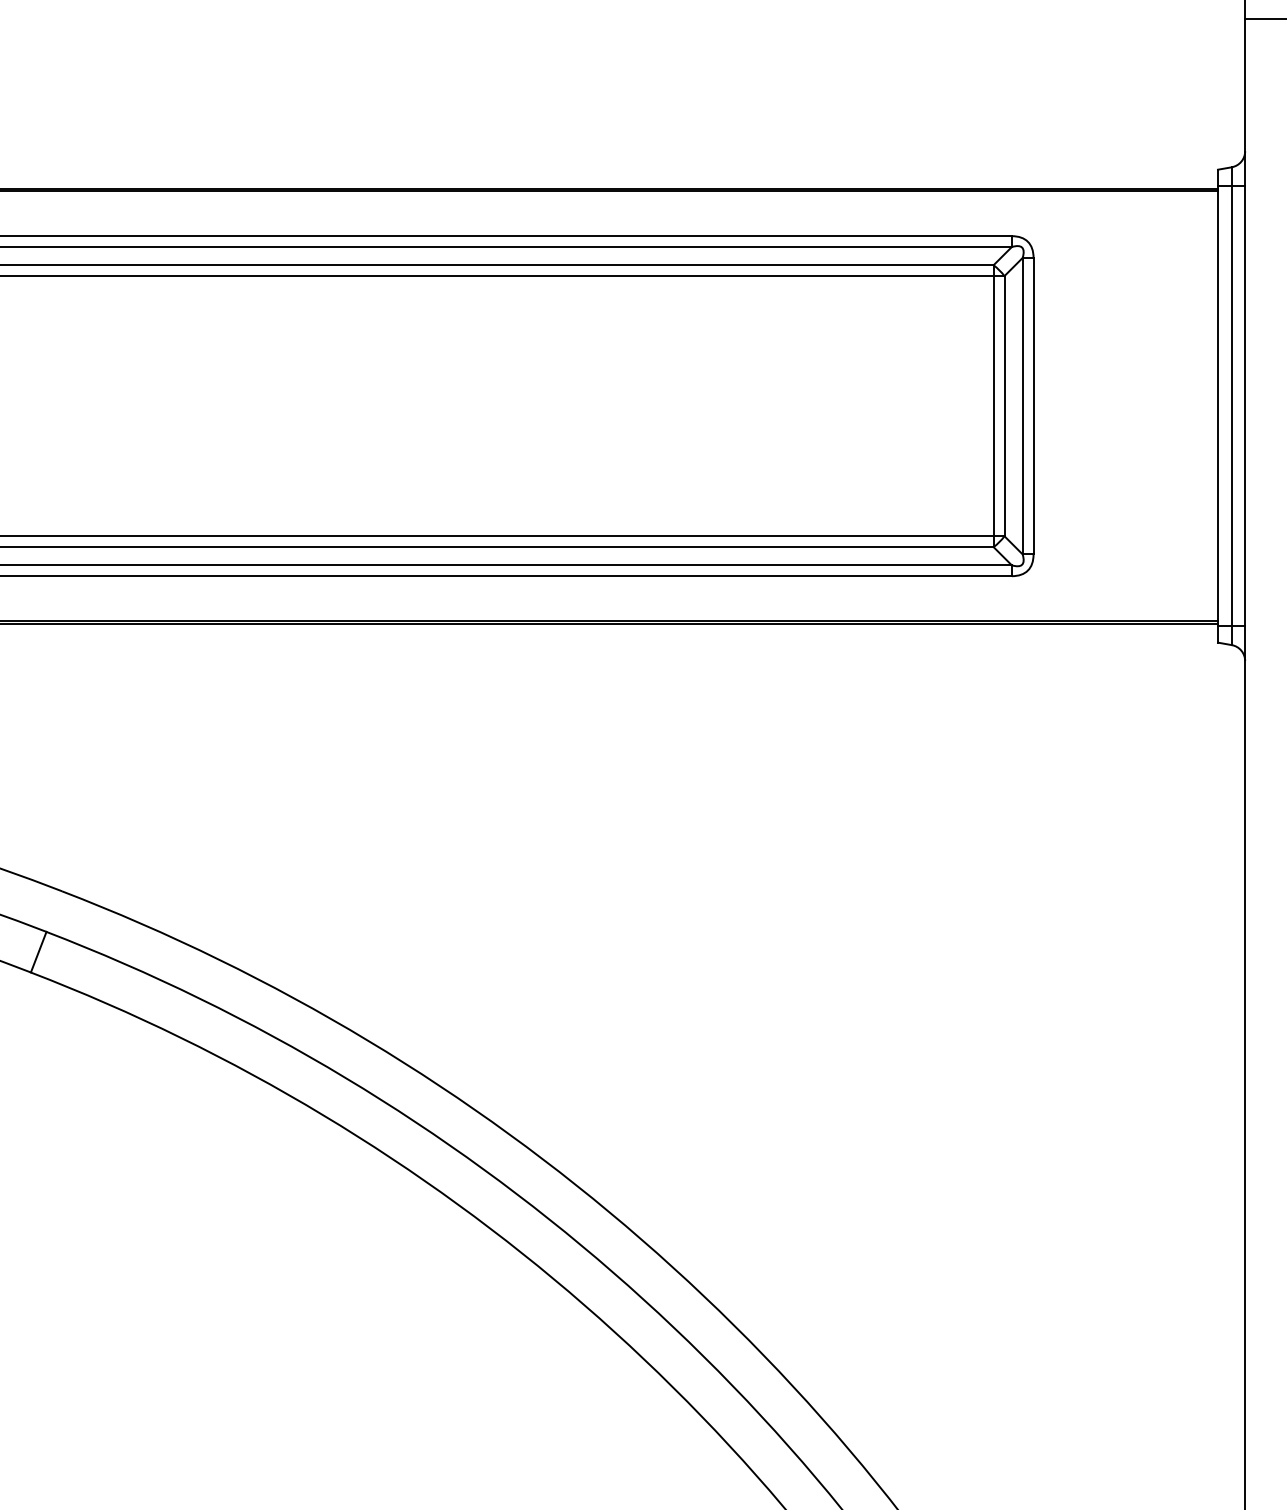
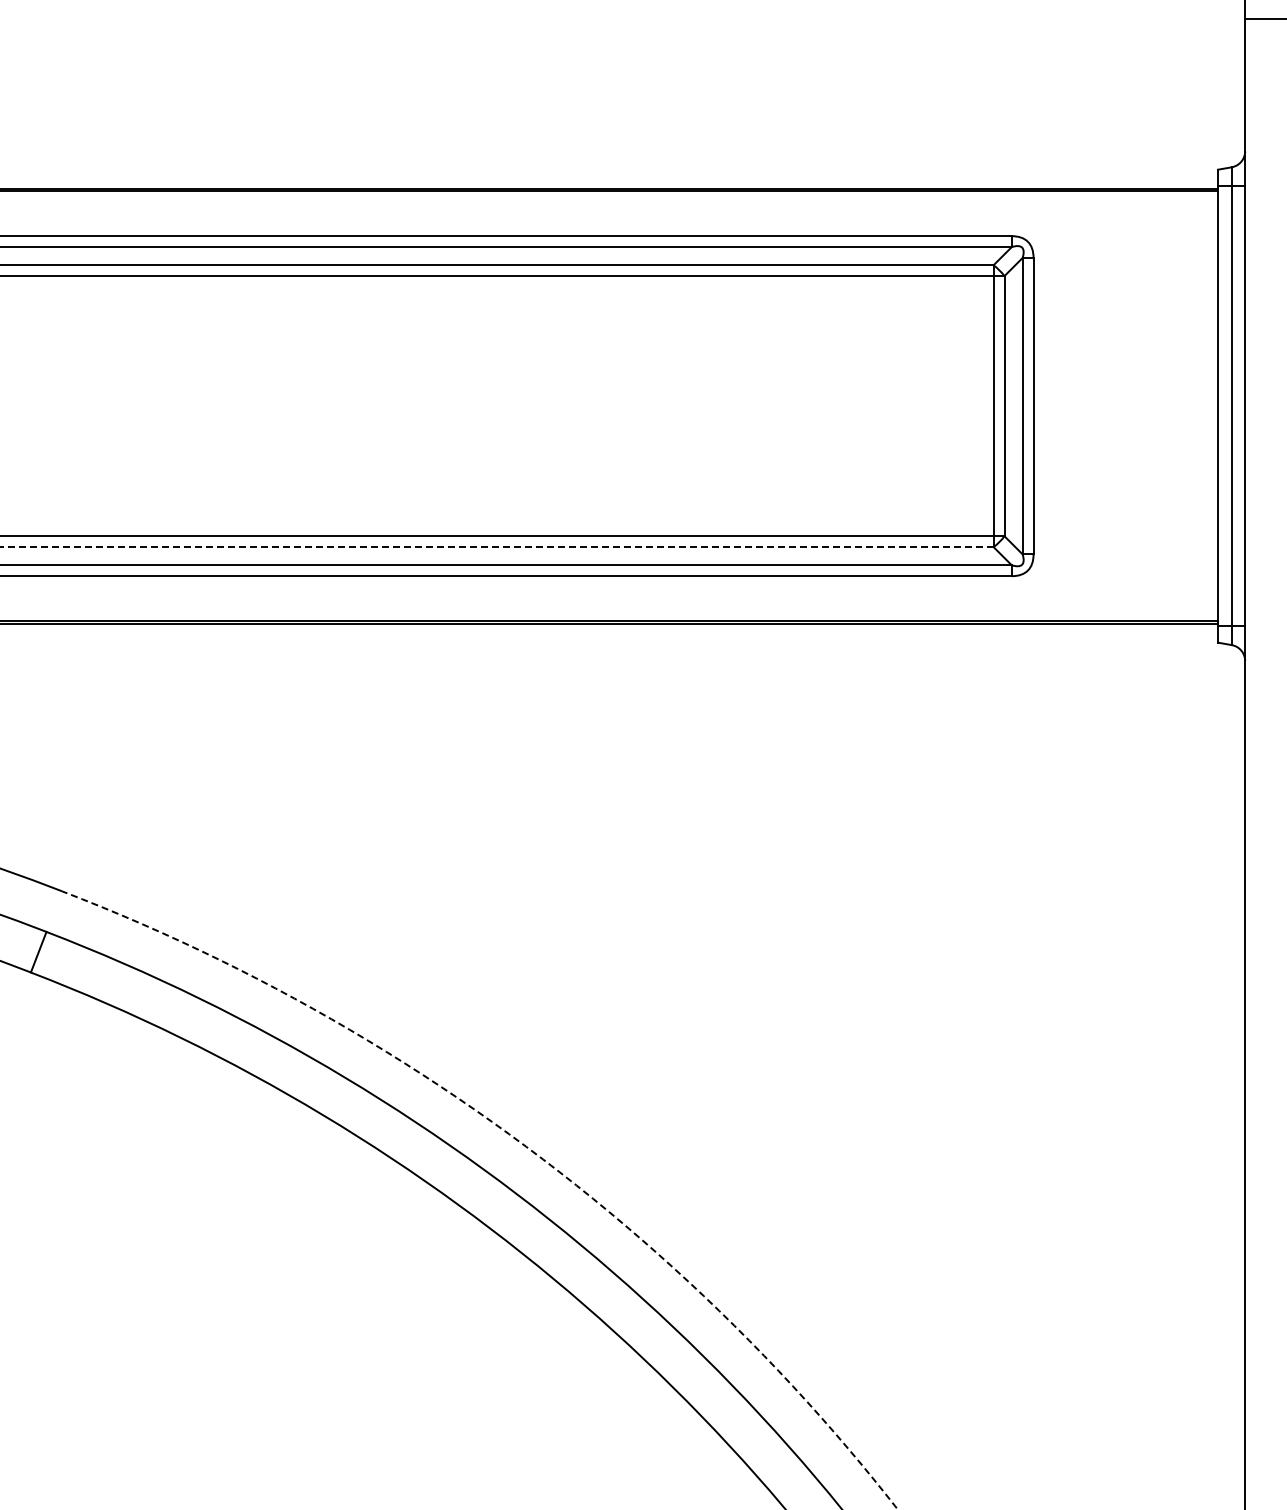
line at (496, 547): solid -> dashed
arc at (522, 1144): solid -> dashed
